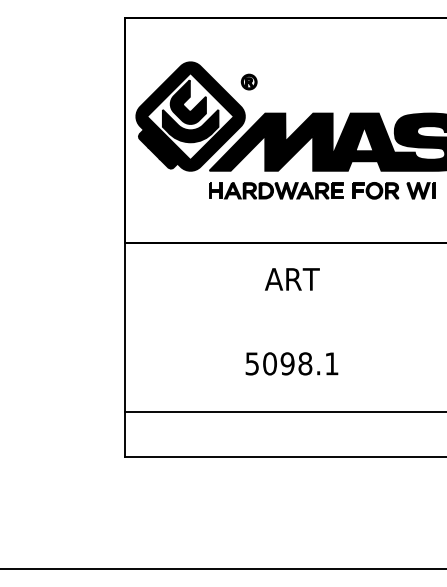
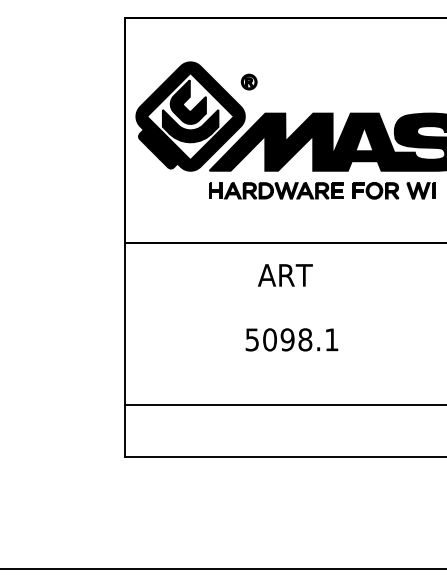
text at (292, 279) position: (292, 279) -> (285, 275)
text at (291, 363) position: (291, 363) -> (291, 339)
line at (284, 411) position: (284, 411) -> (284, 404)
